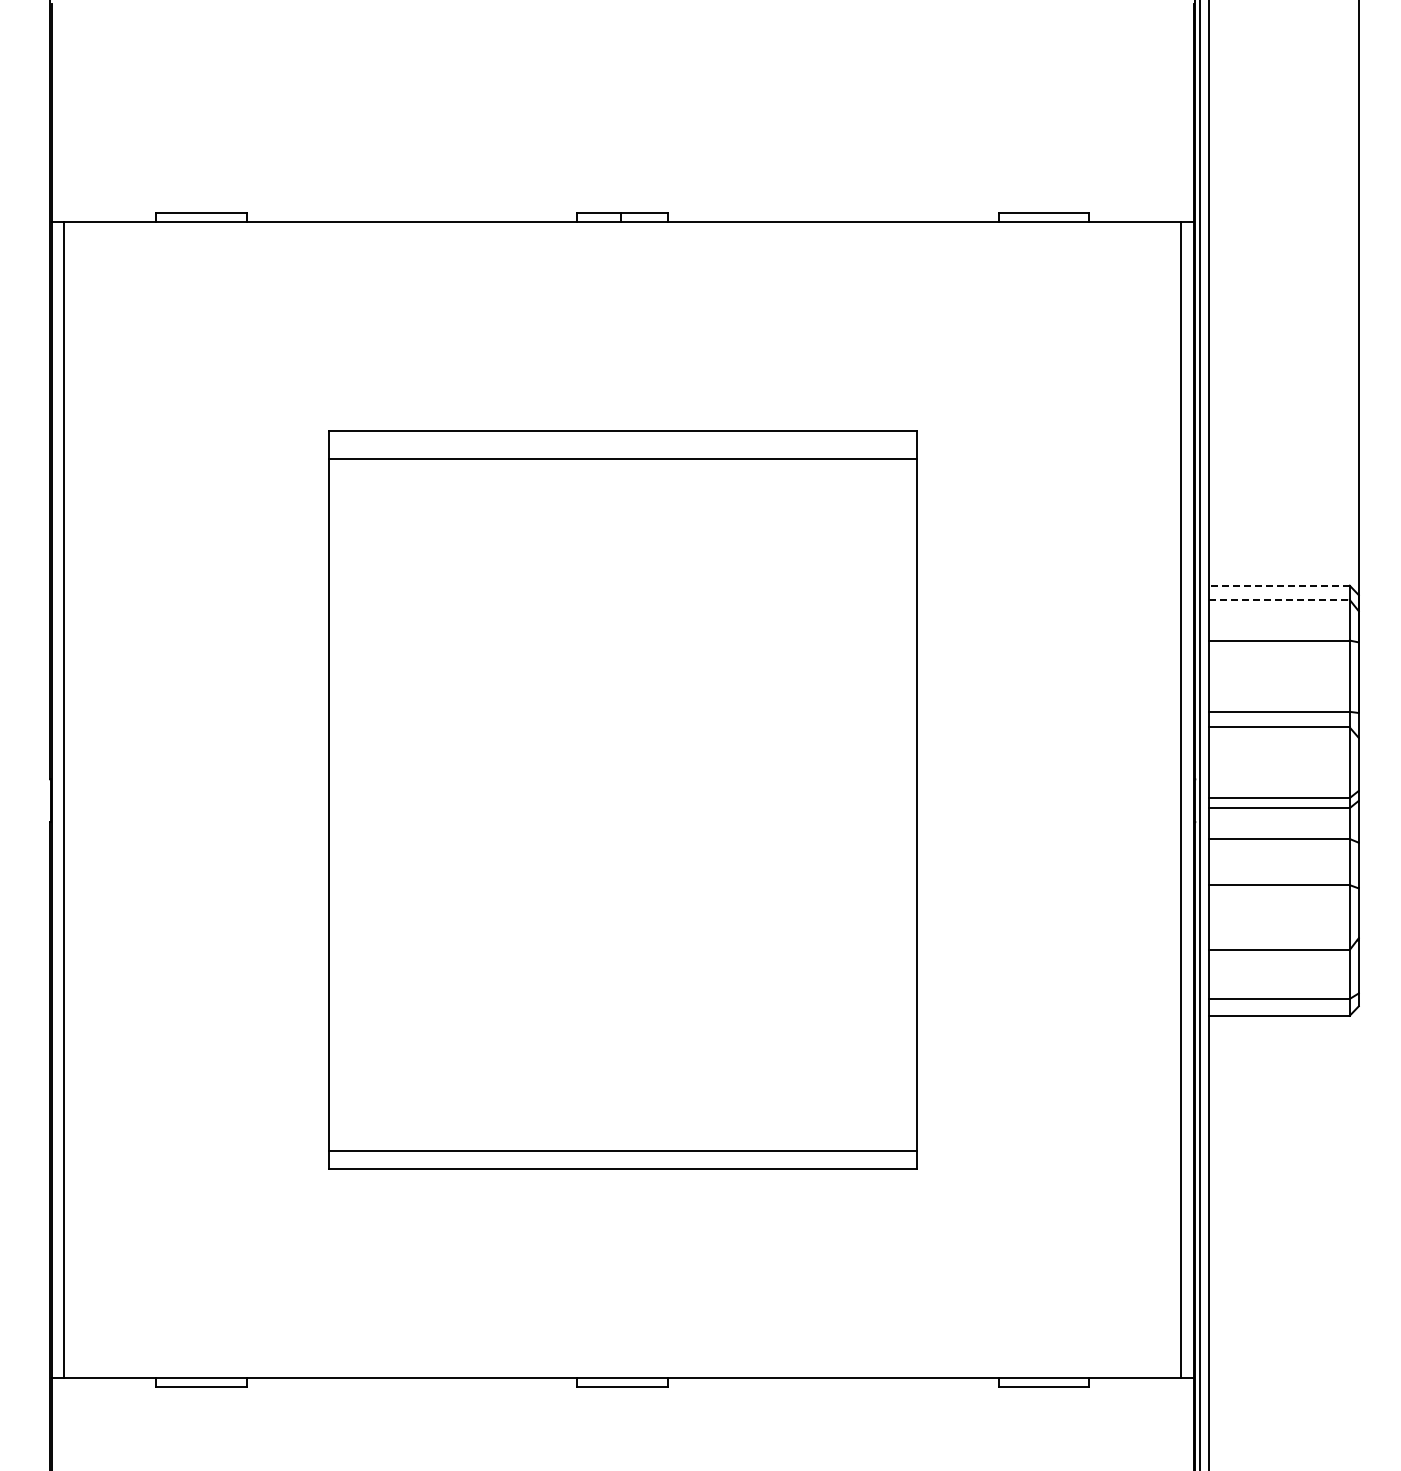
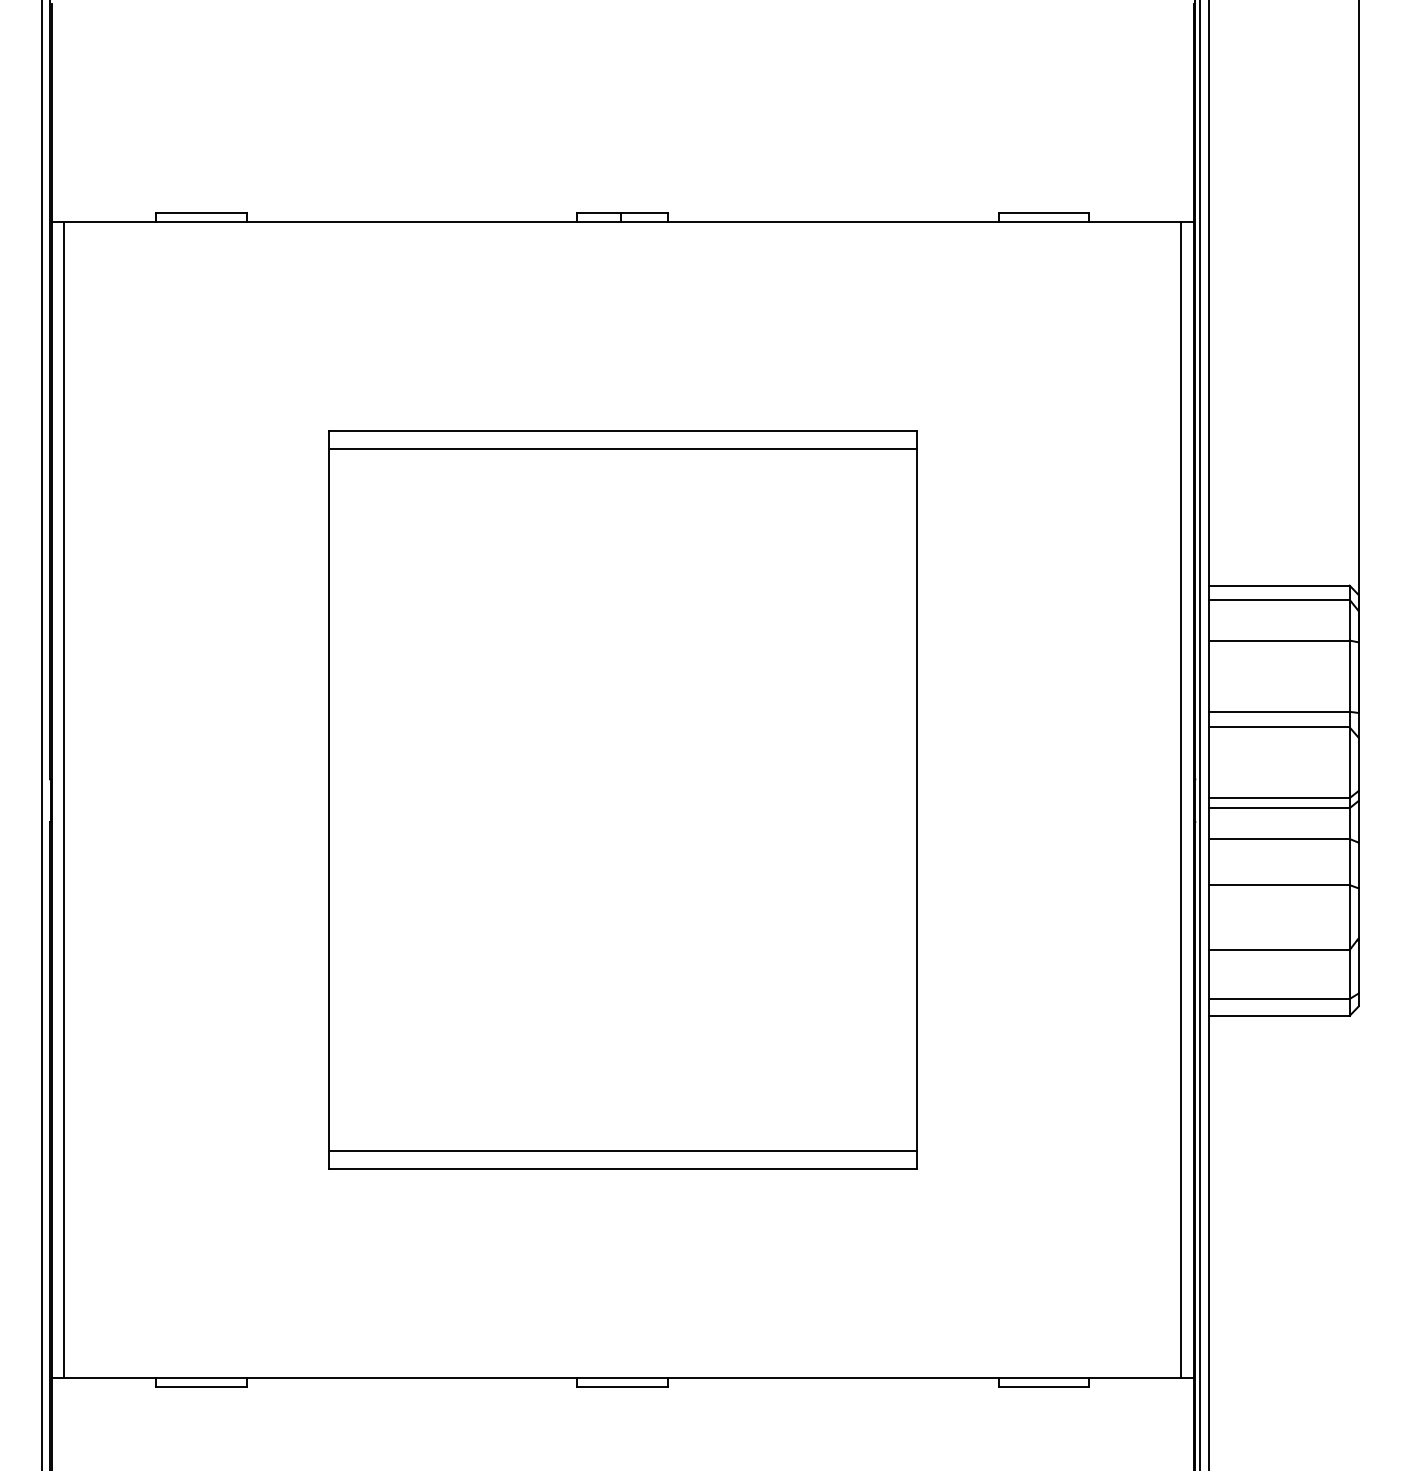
line at (622, 459) position: (622, 459) -> (622, 449)
line at (1279, 585): dashed -> solid
line at (1279, 599): dashed -> solid
line at (42, 734): none -> present
